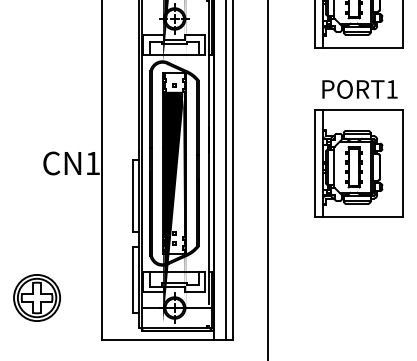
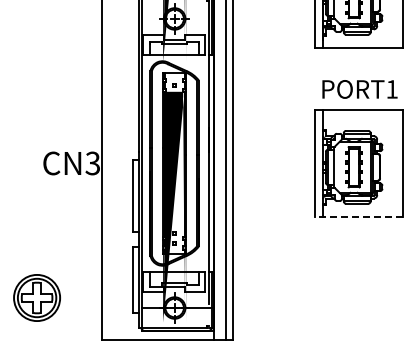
text at (92, 163): CN1 -> CN3
line at (267, 179): present -> none
line at (358, 217): solid -> dashed
